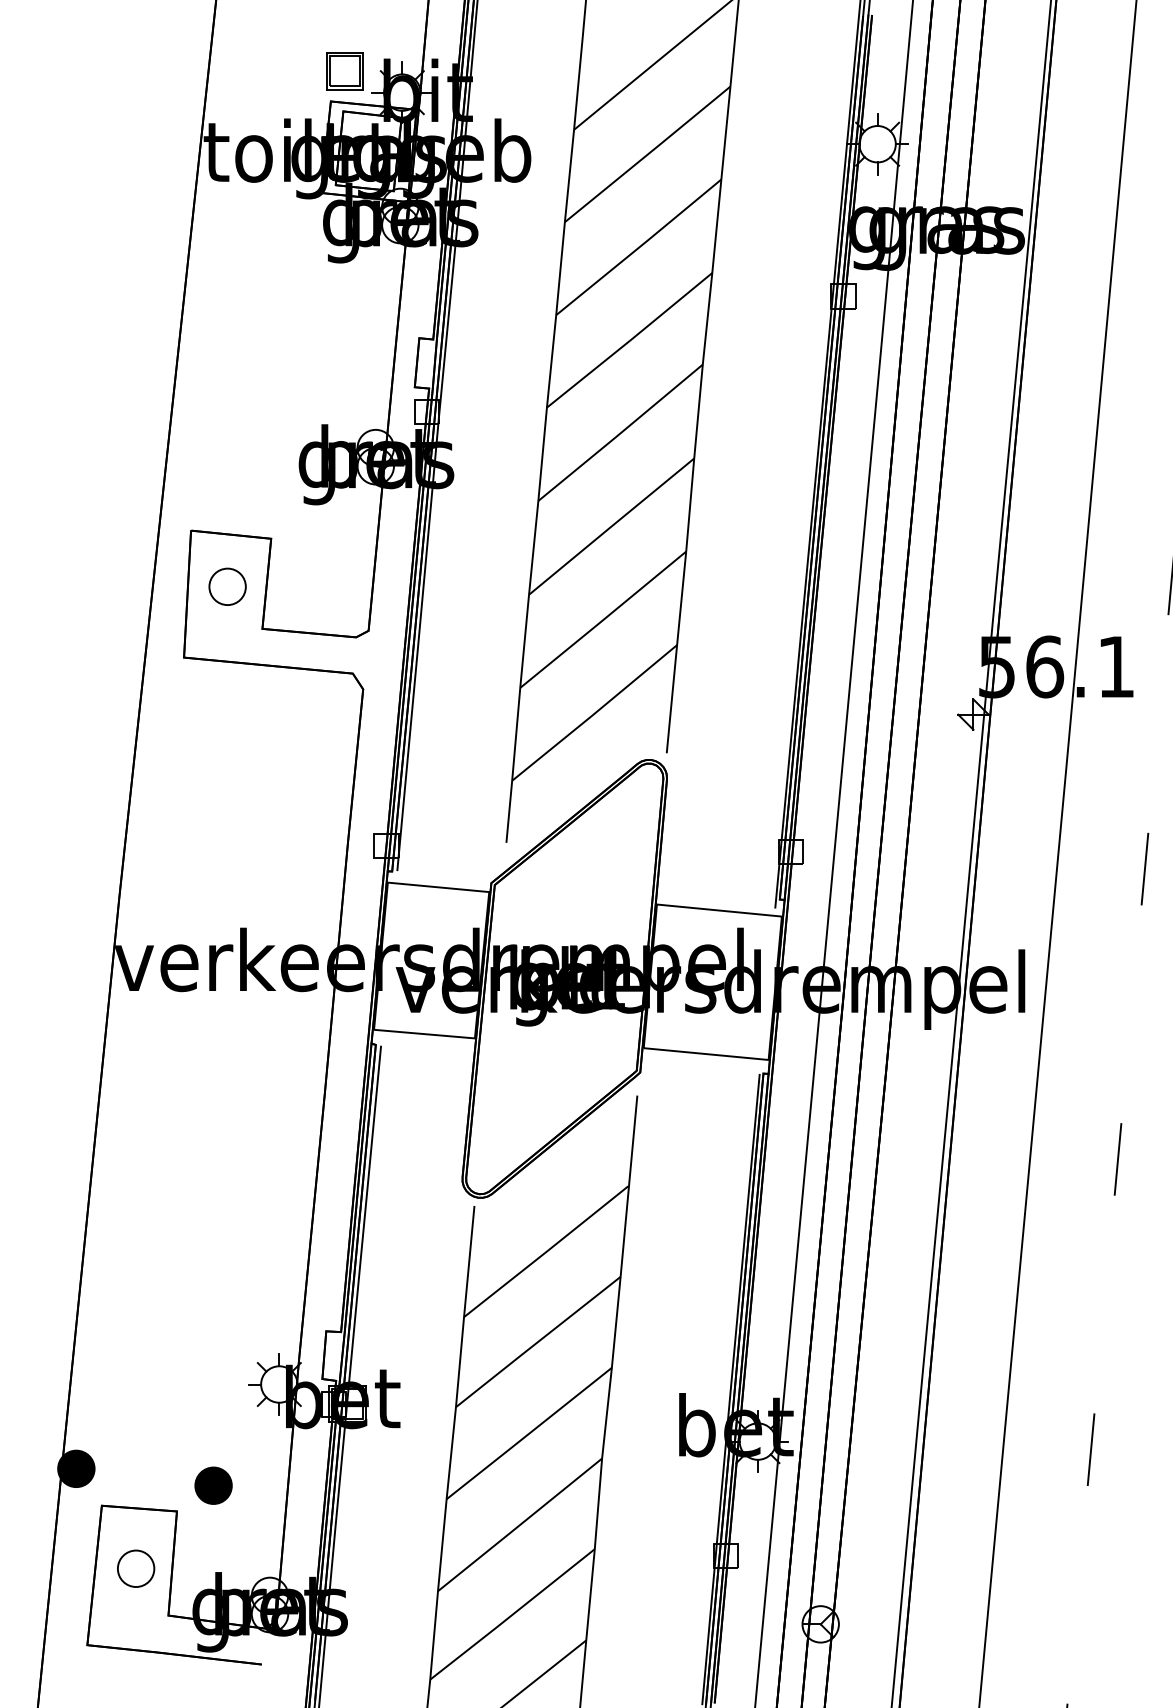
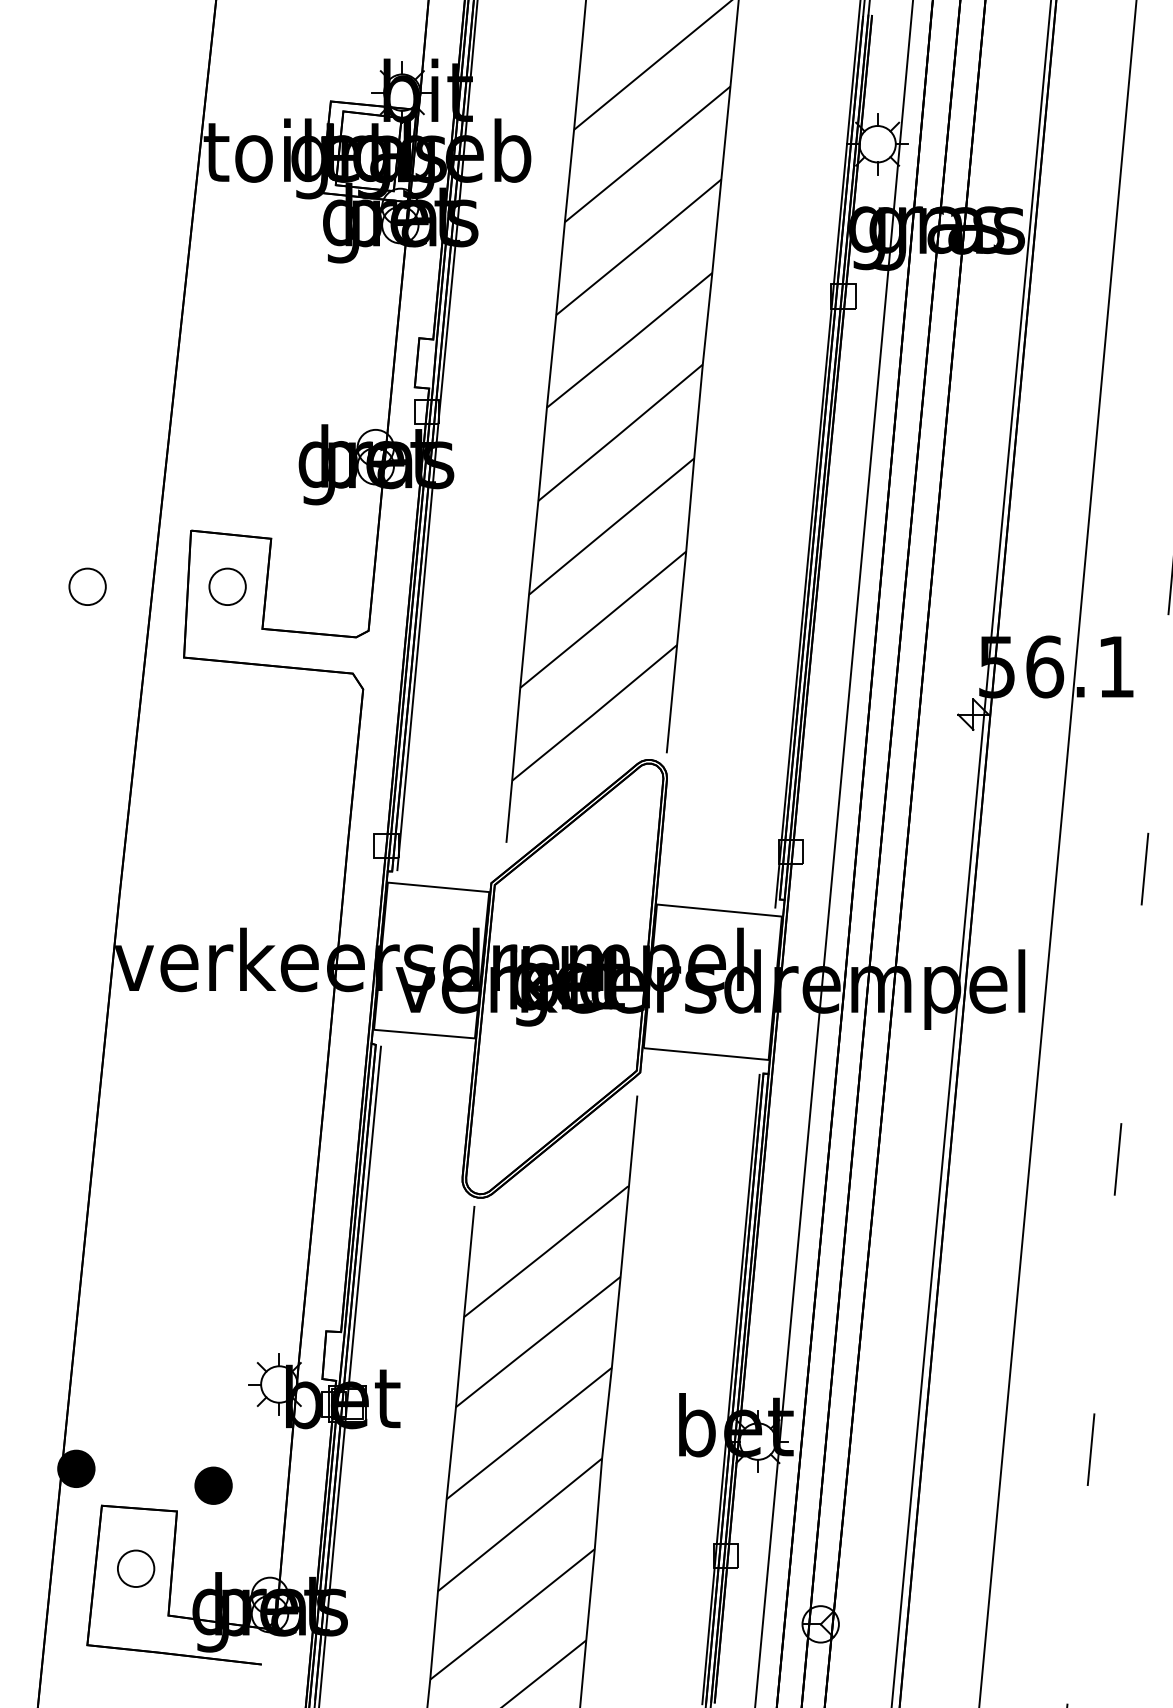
part at (344, 71): present -> none
part at (87, 586): none -> present
